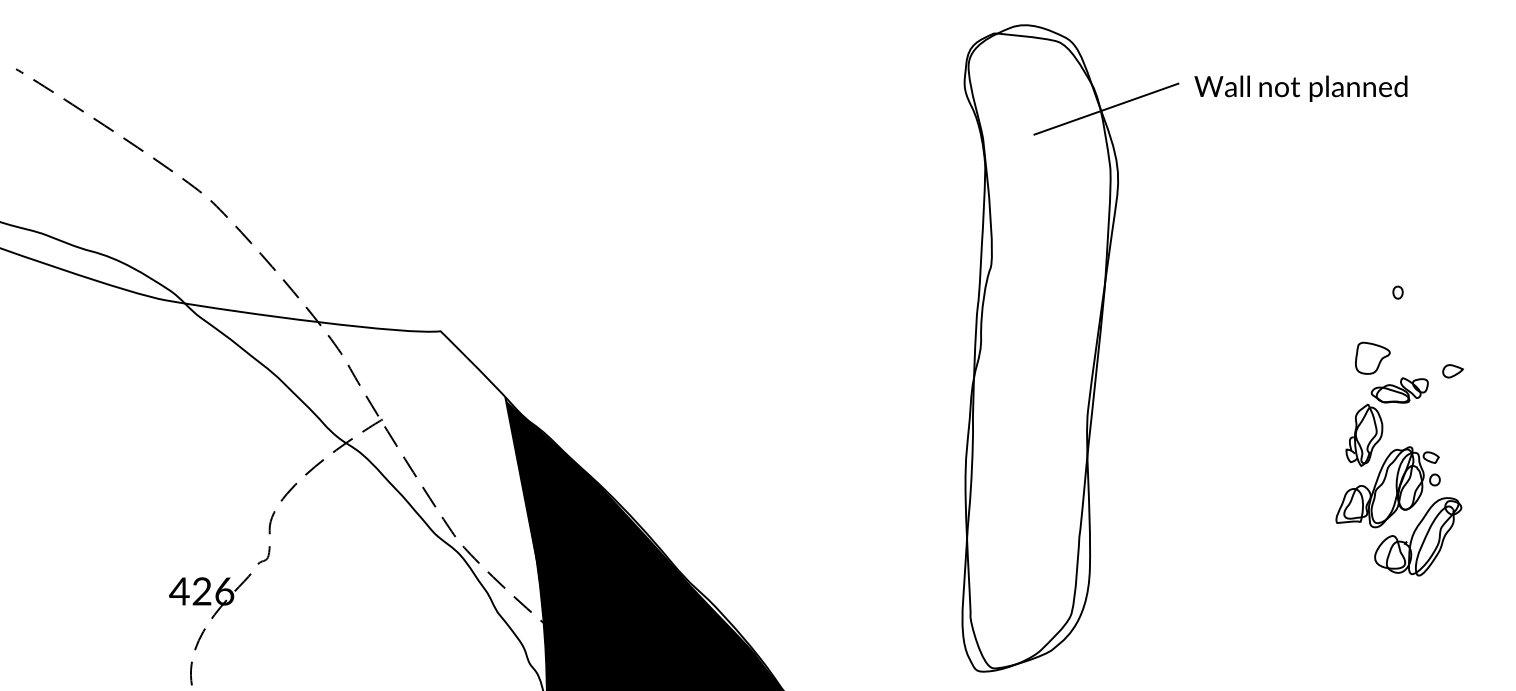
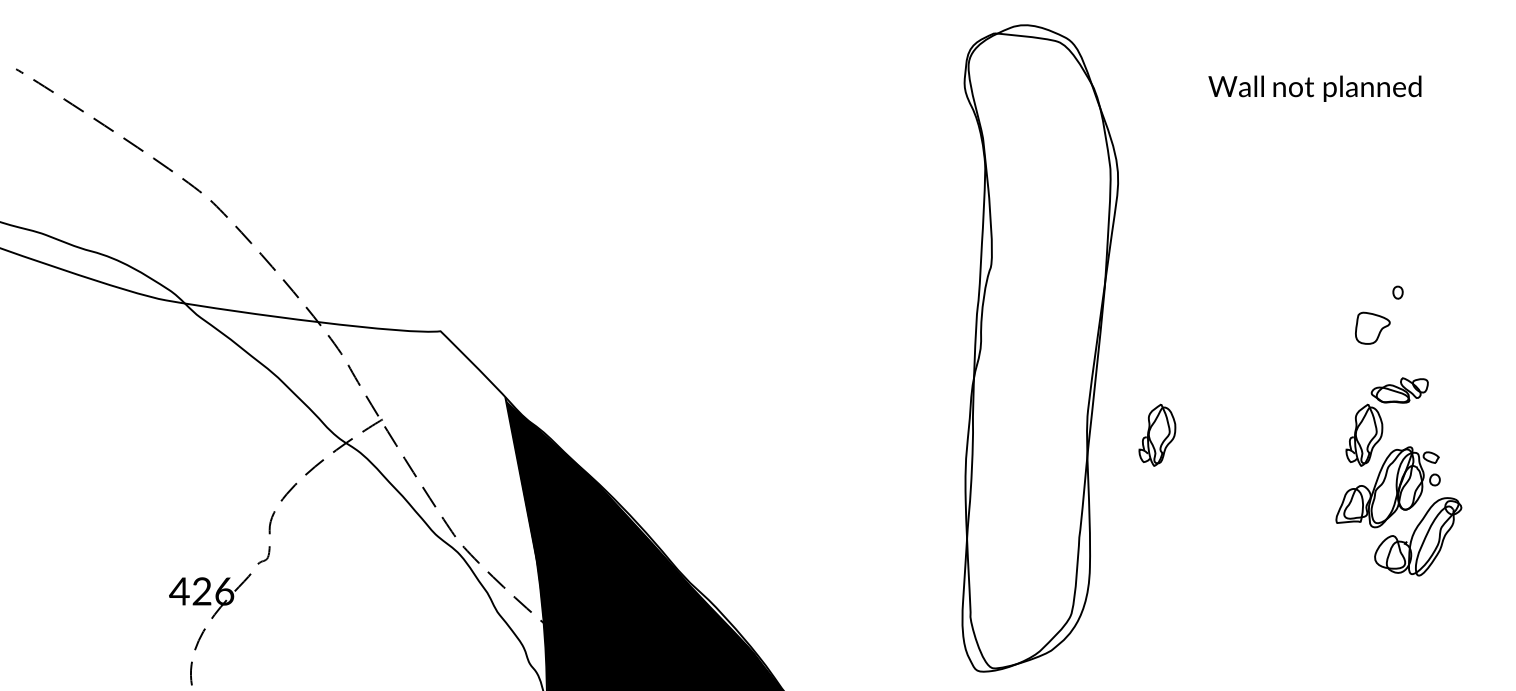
text at (1300, 88) position: (1300, 88) -> (1314, 88)
line at (1106, 108): present -> none
part at (1372, 357) position: (1372, 357) -> (1372, 327)
part at (1452, 371): present -> none
part at (1157, 434): none -> present
